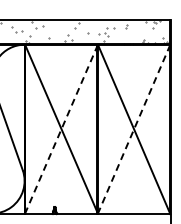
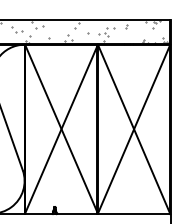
line at (61, 129): dashed -> solid
line at (134, 129): dashed -> solid
